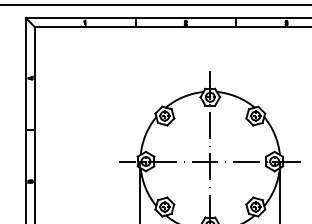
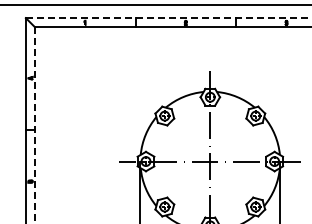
line at (168, 18): solid -> dashed
line at (34, 126): solid -> dashed
